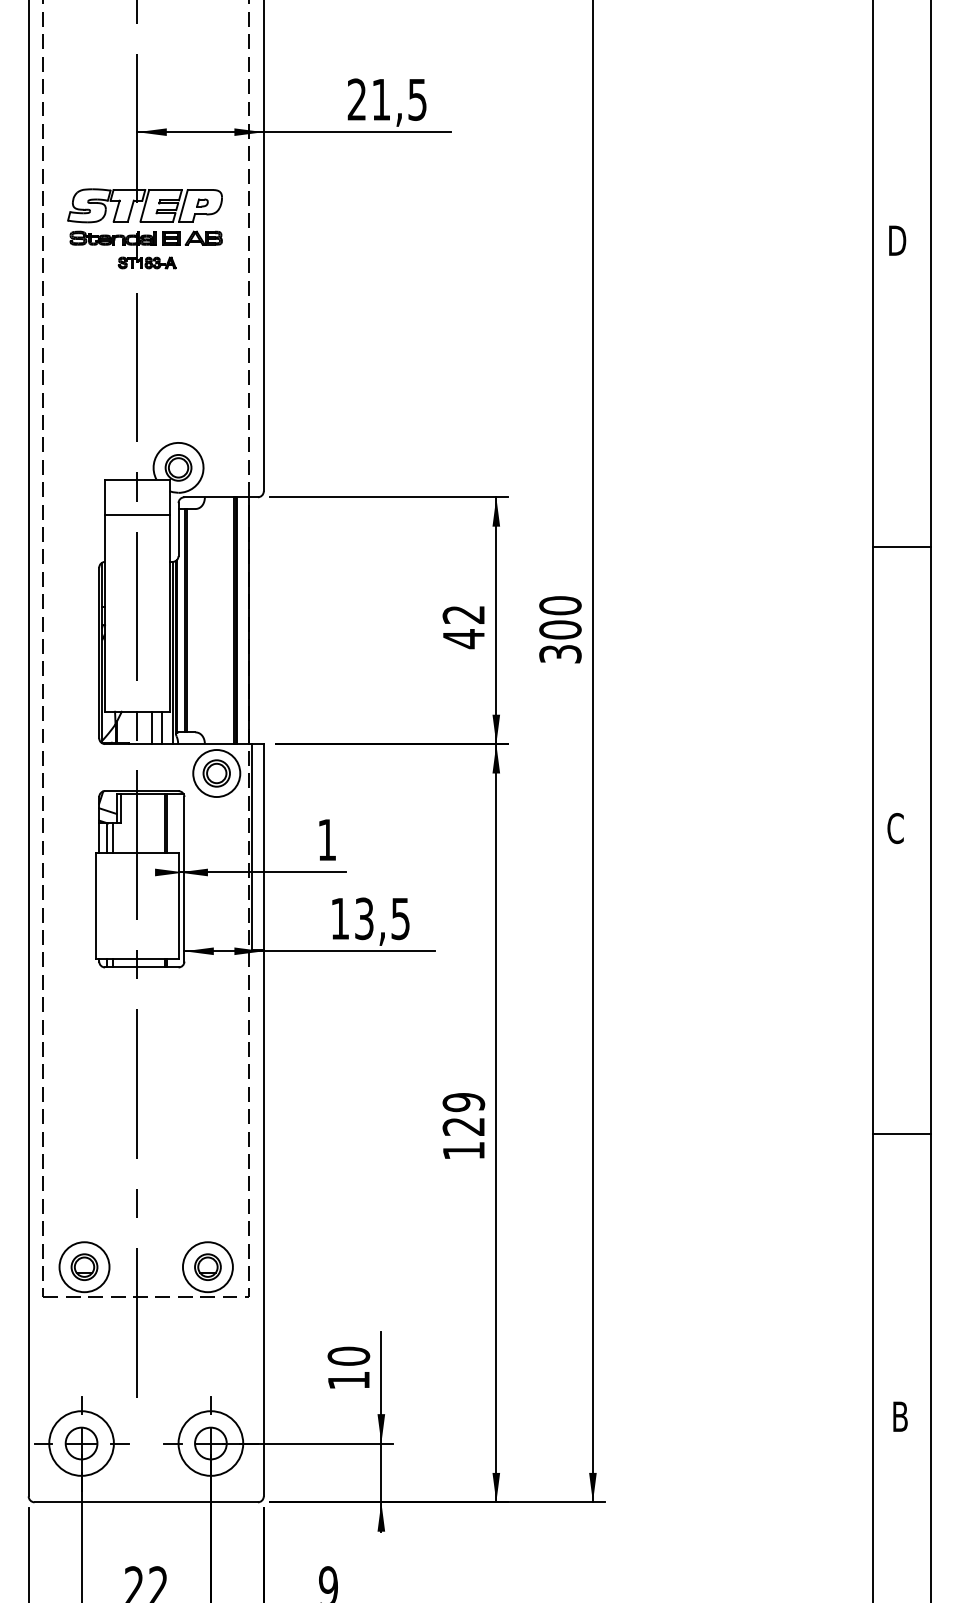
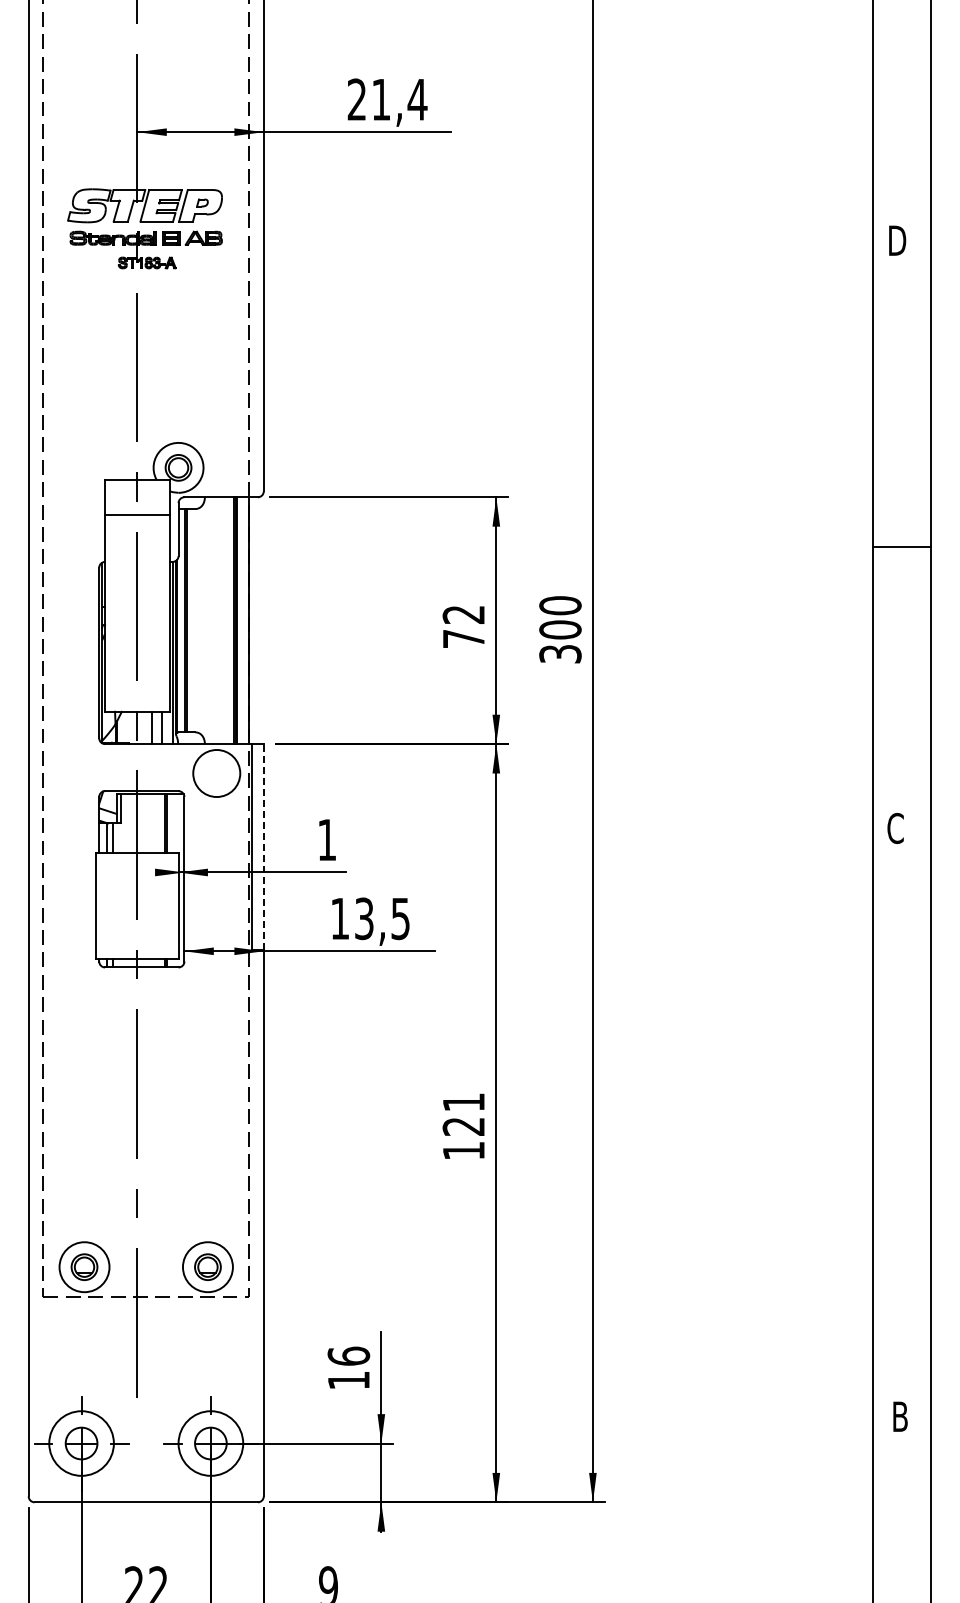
text at (417, 99): 21,5 -> 21,4
text at (463, 639): 42 -> 72
part at (216, 773): present -> none
line at (263, 846): solid -> dashed
text at (463, 1102): 129 -> 121
line at (901, 1134): present -> none
text at (348, 1355): 10 -> 16
